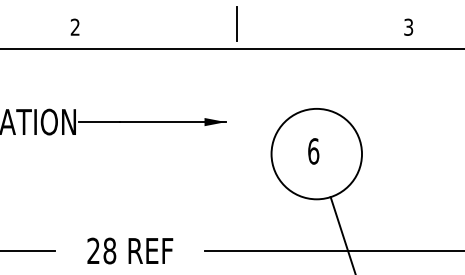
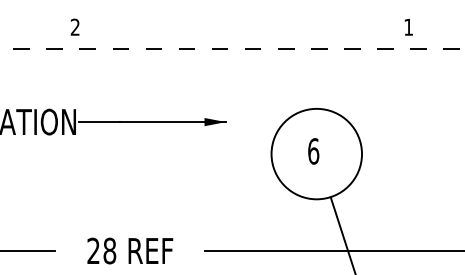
line at (237, 23): present -> none
text at (408, 26): 3 -> 1
line at (233, 48): solid -> dashed
